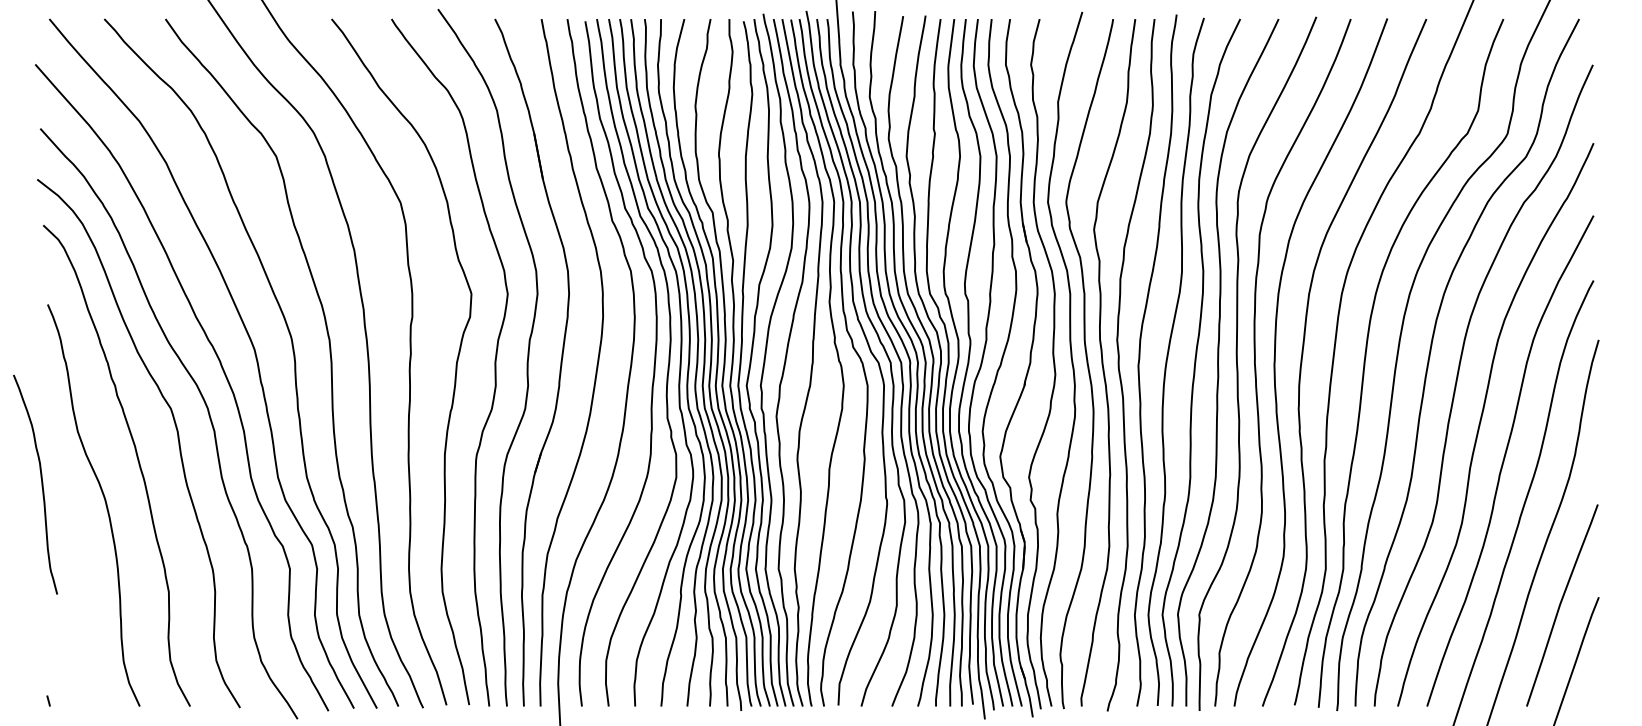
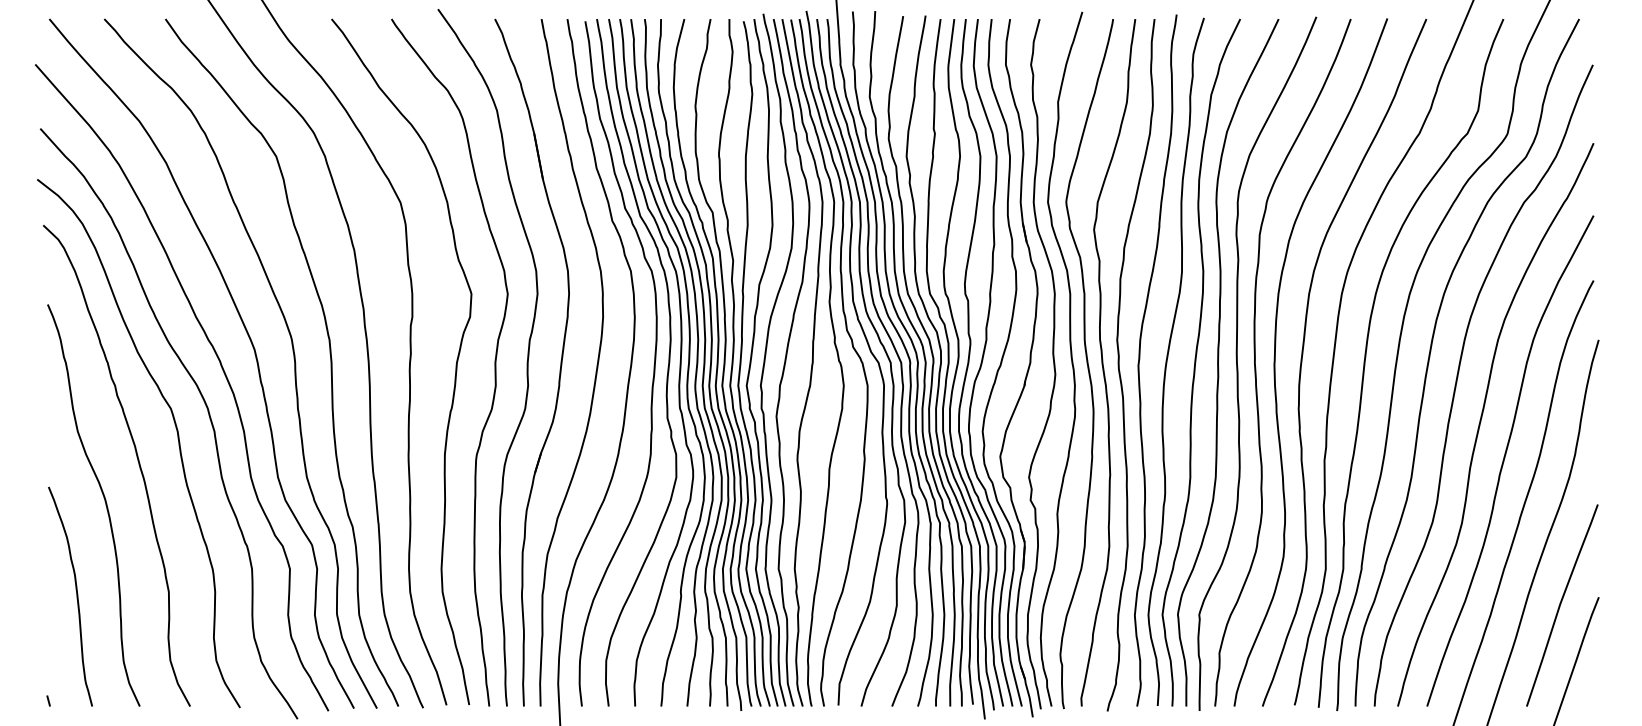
curve at (41, 484) position: (41, 484) -> (76, 596)
